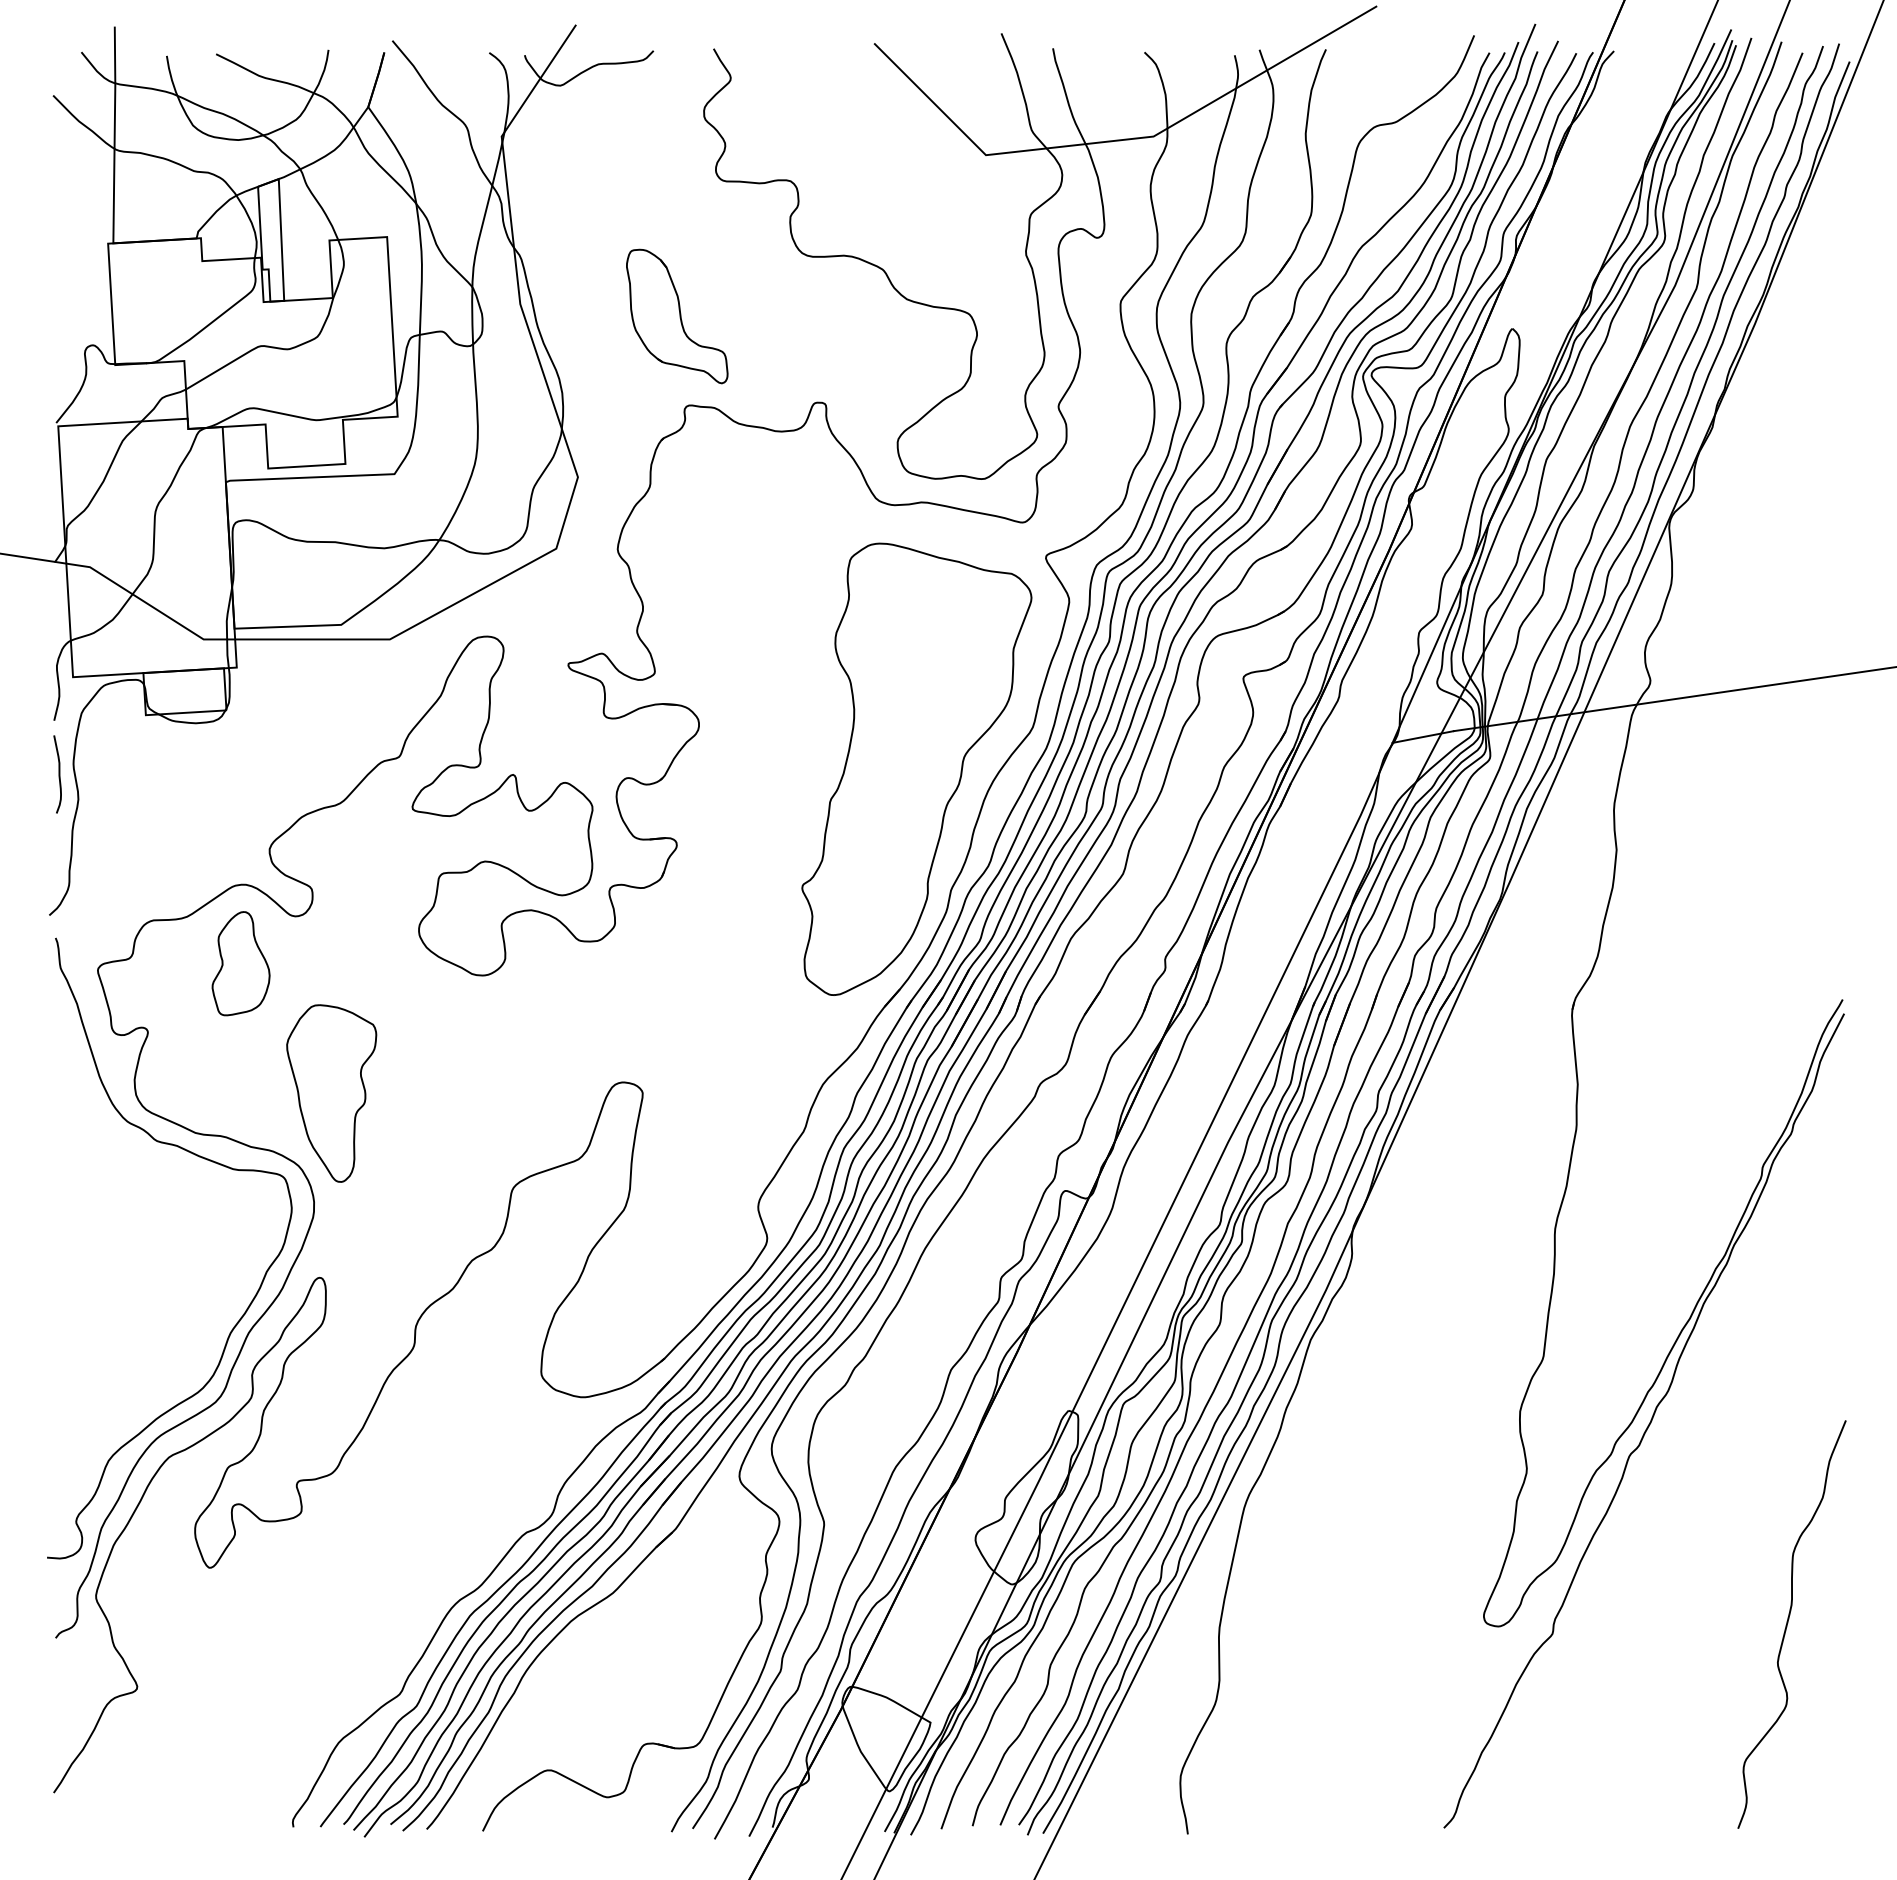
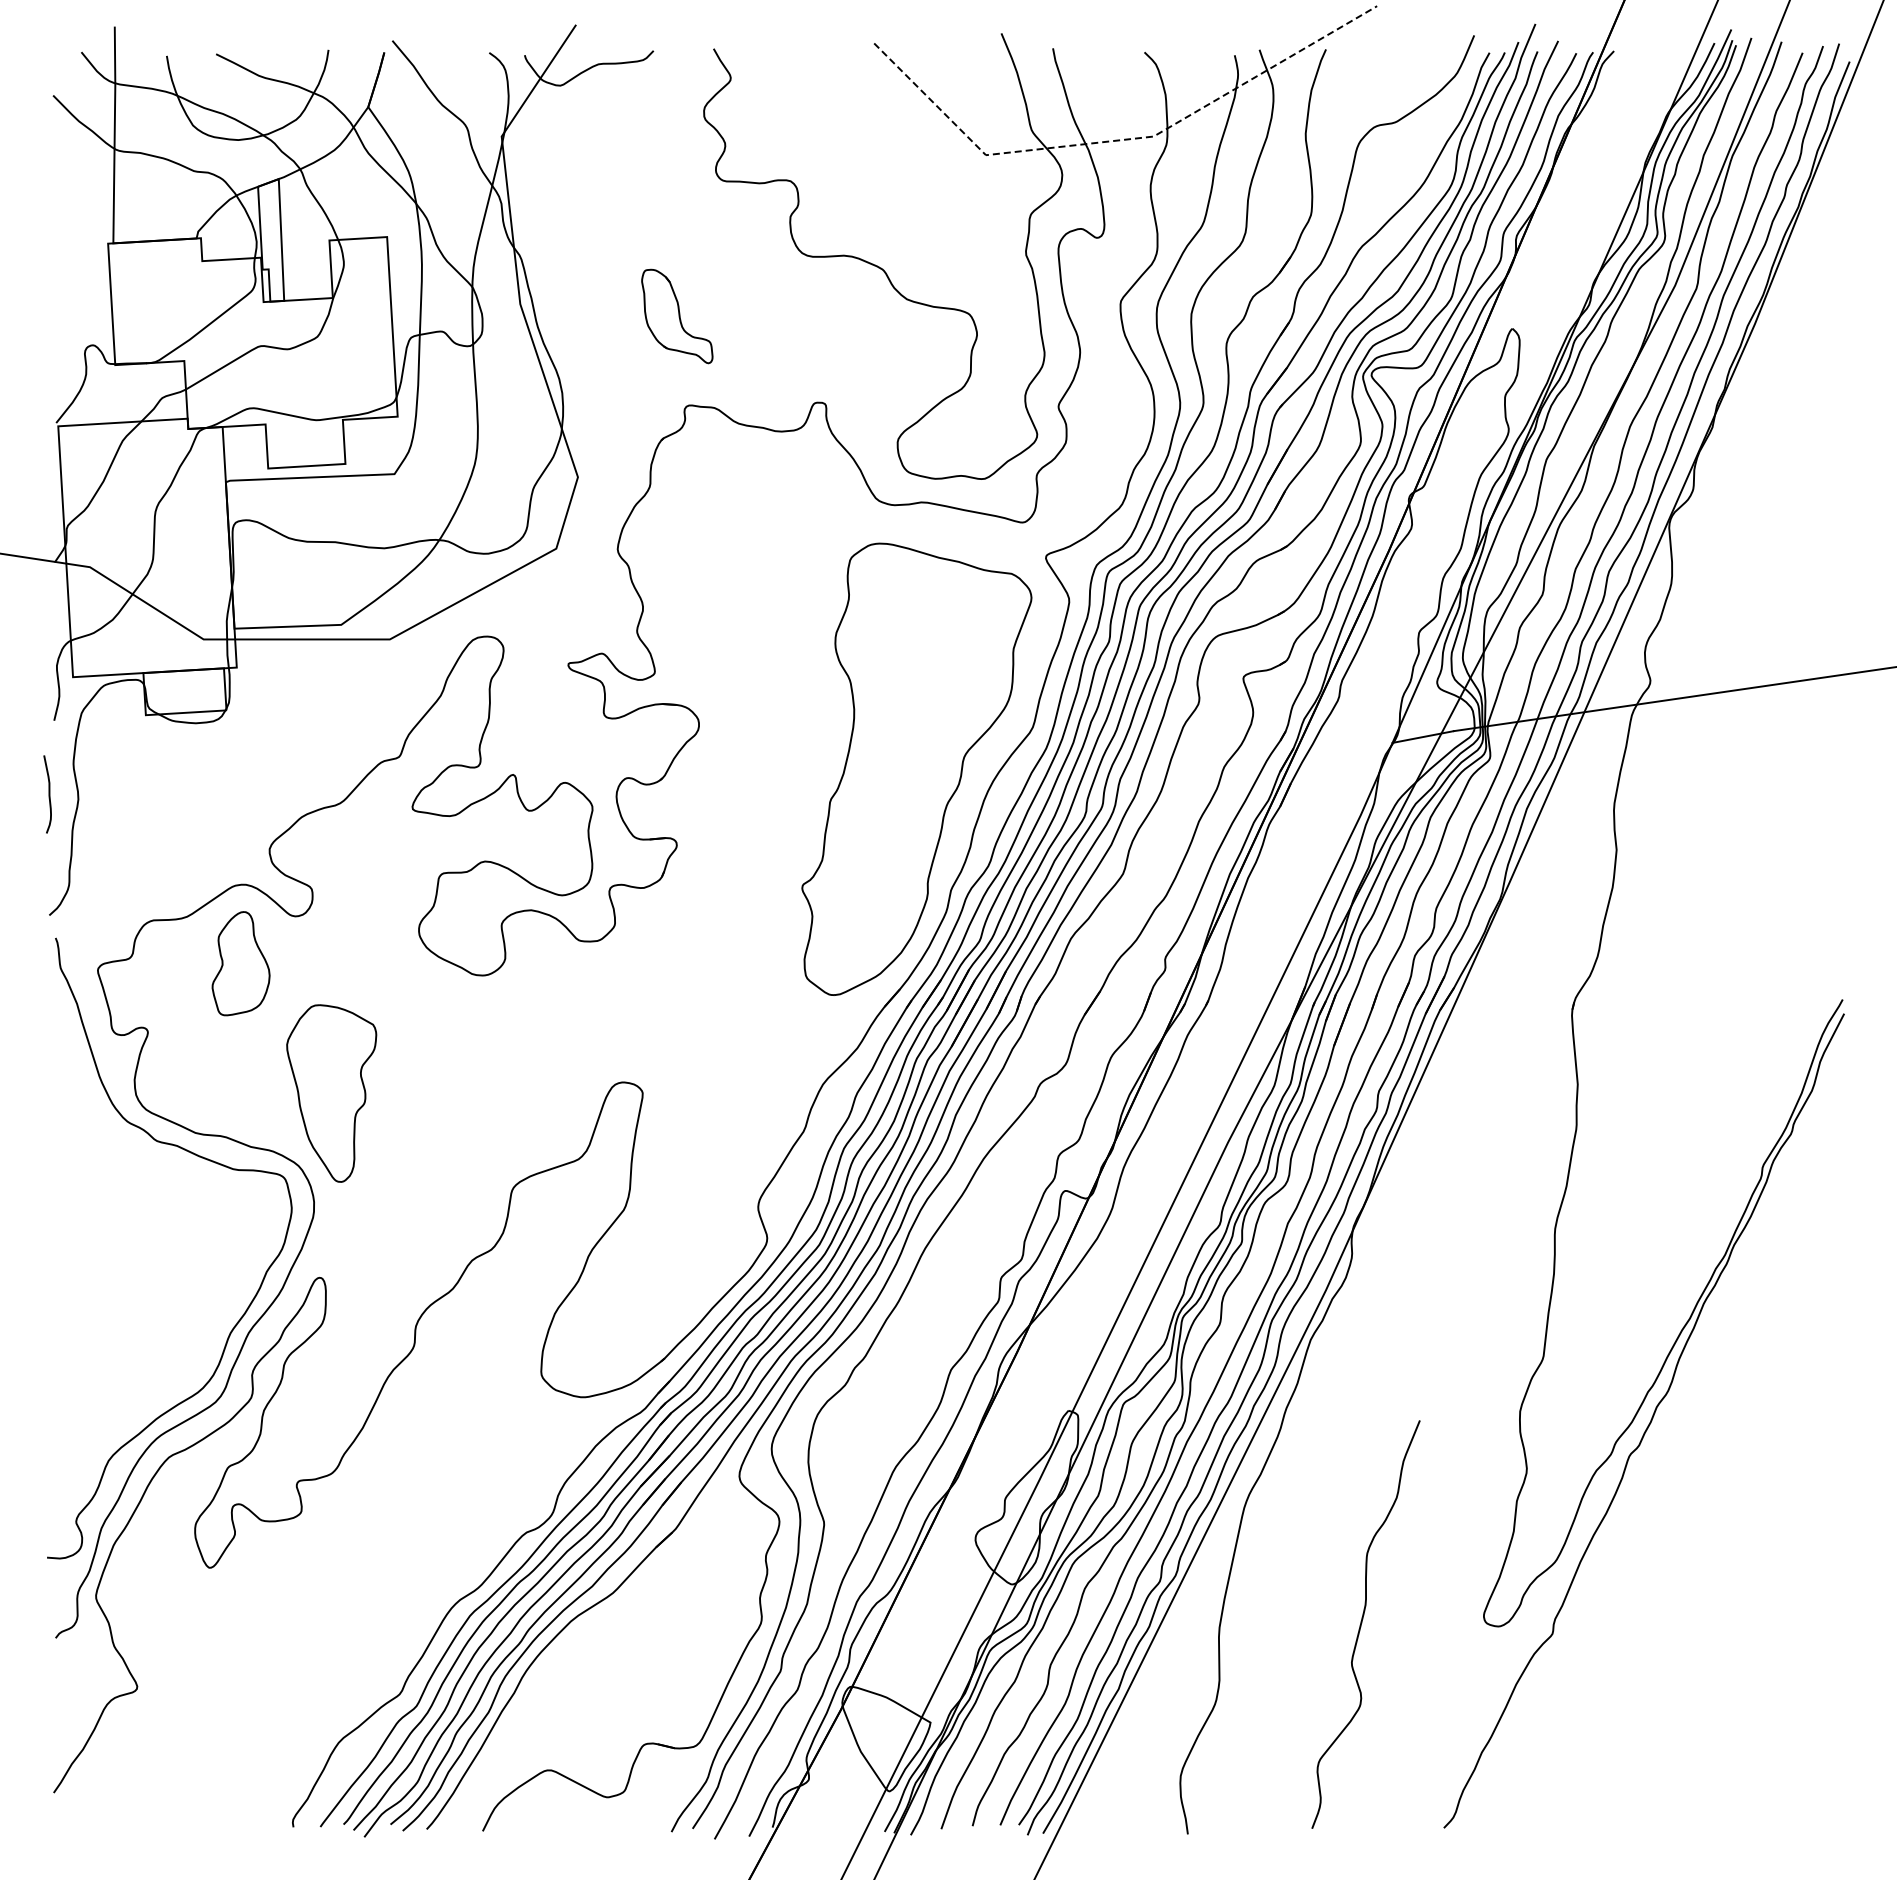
line at (1119, 140): solid -> dashed
part at (677, 316) size: 103x137 px -> 73x97 px
curve at (58, 774) position: (58, 774) -> (48, 794)
curve at (1788, 1623) position: (1788, 1623) -> (1362, 1623)
